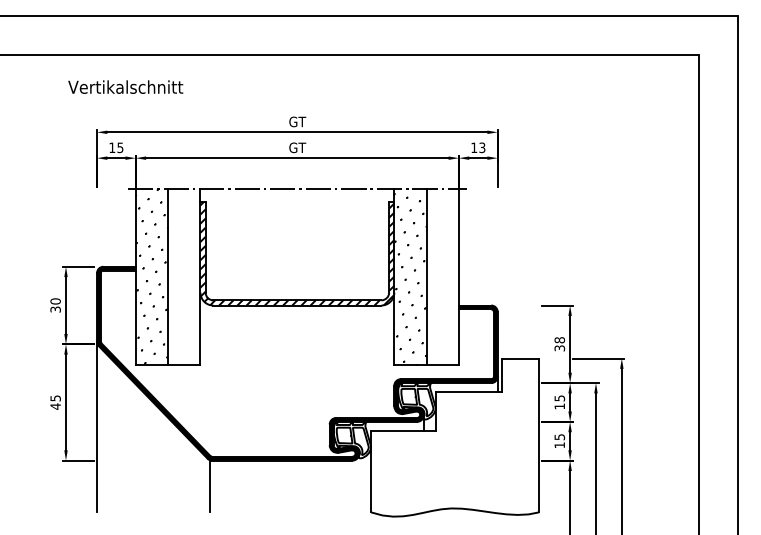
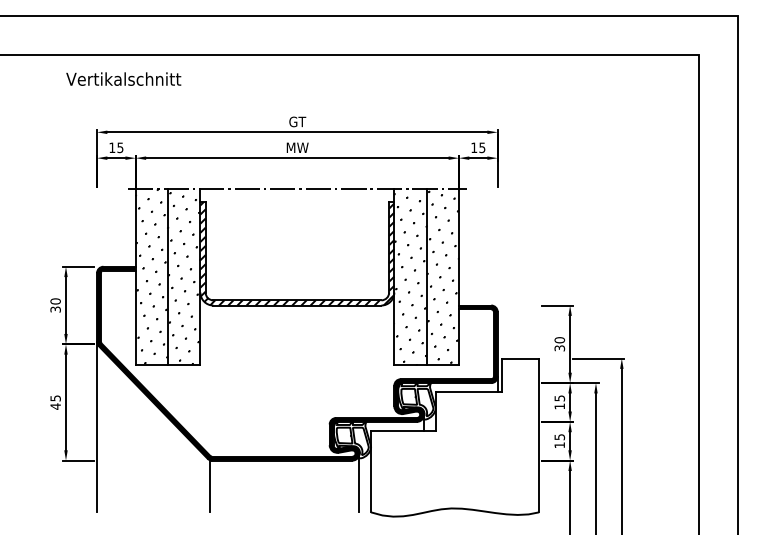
text at (125, 86) position: (125, 86) -> (123, 78)
text at (297, 147): GT -> MW
text at (482, 147): 13 -> 15
hatch at (442, 277): none -> present
hatch at (184, 278): none -> present
text at (559, 340): 38 -> 30
line at (359, 482): none -> present
